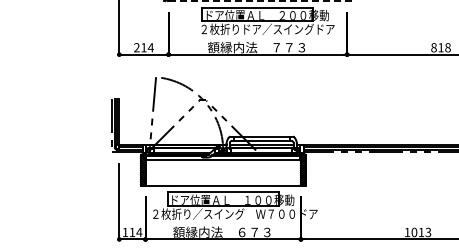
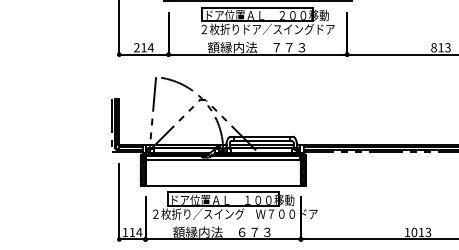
line at (257, 1): dashed -> solid
text at (447, 47): 818 -> 813
